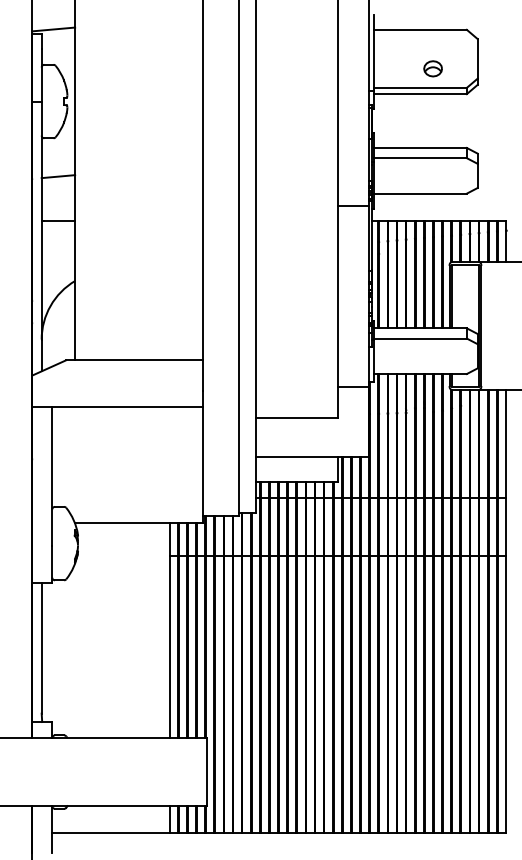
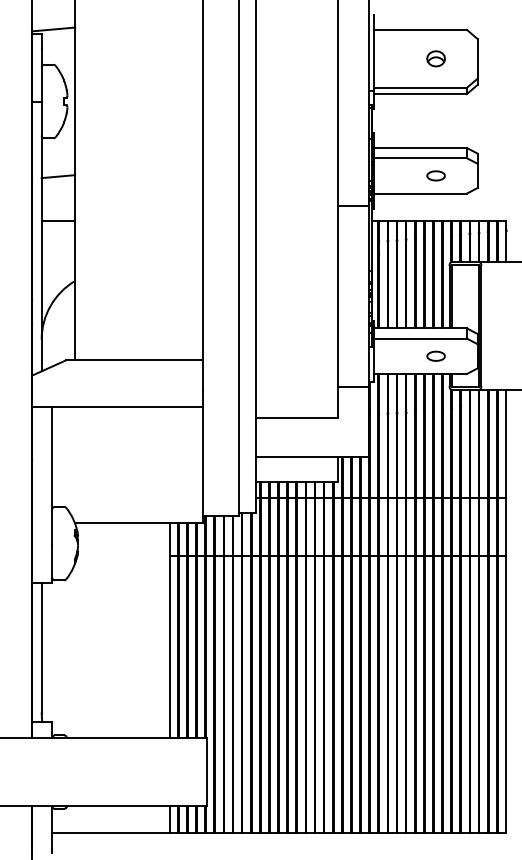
part at (432, 68) position: (432, 68) -> (435, 58)
part at (435, 175): none -> present
part at (435, 355): none -> present
